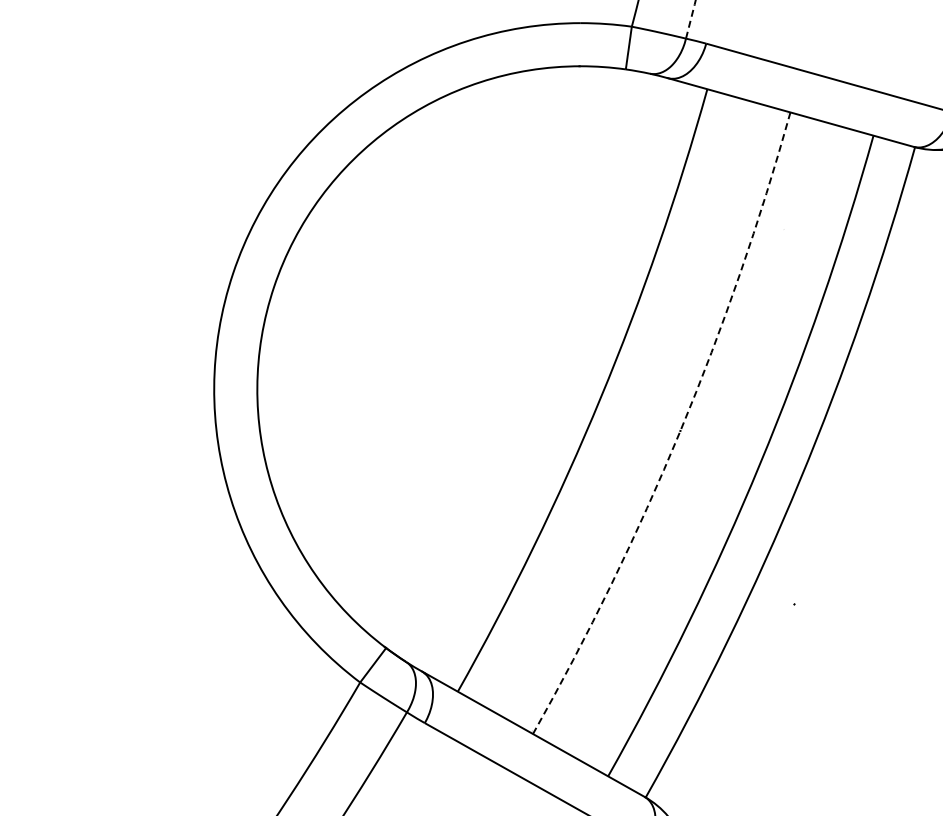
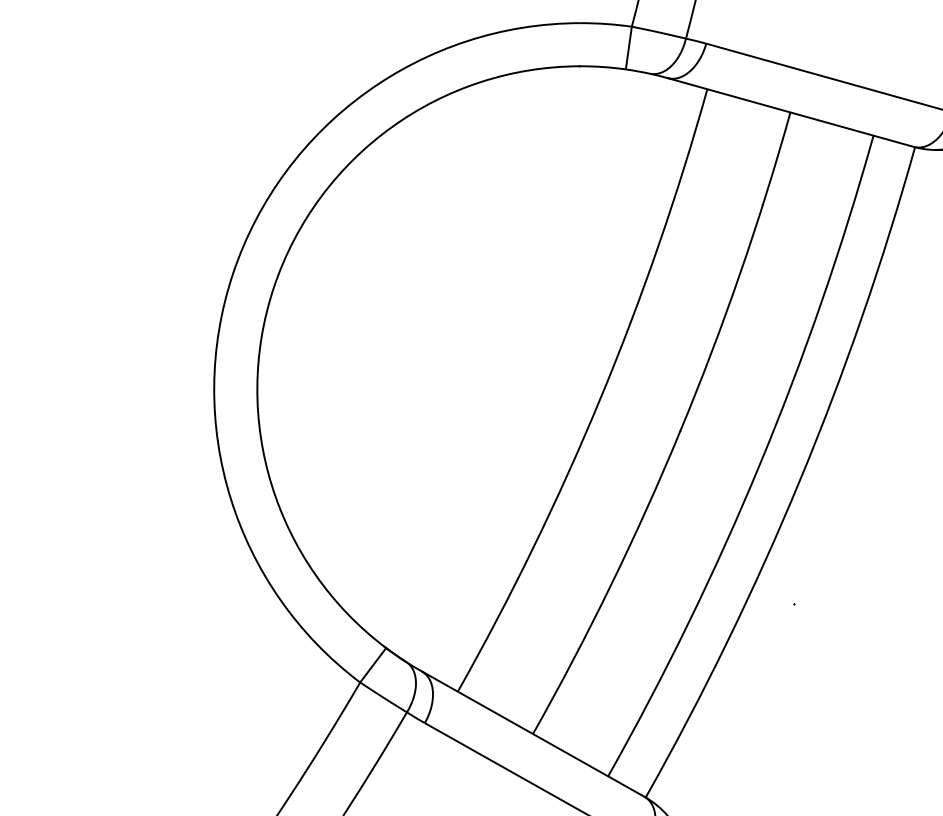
arc at (690, 19): dashed -> solid
arc at (680, 430): dashed -> solid
